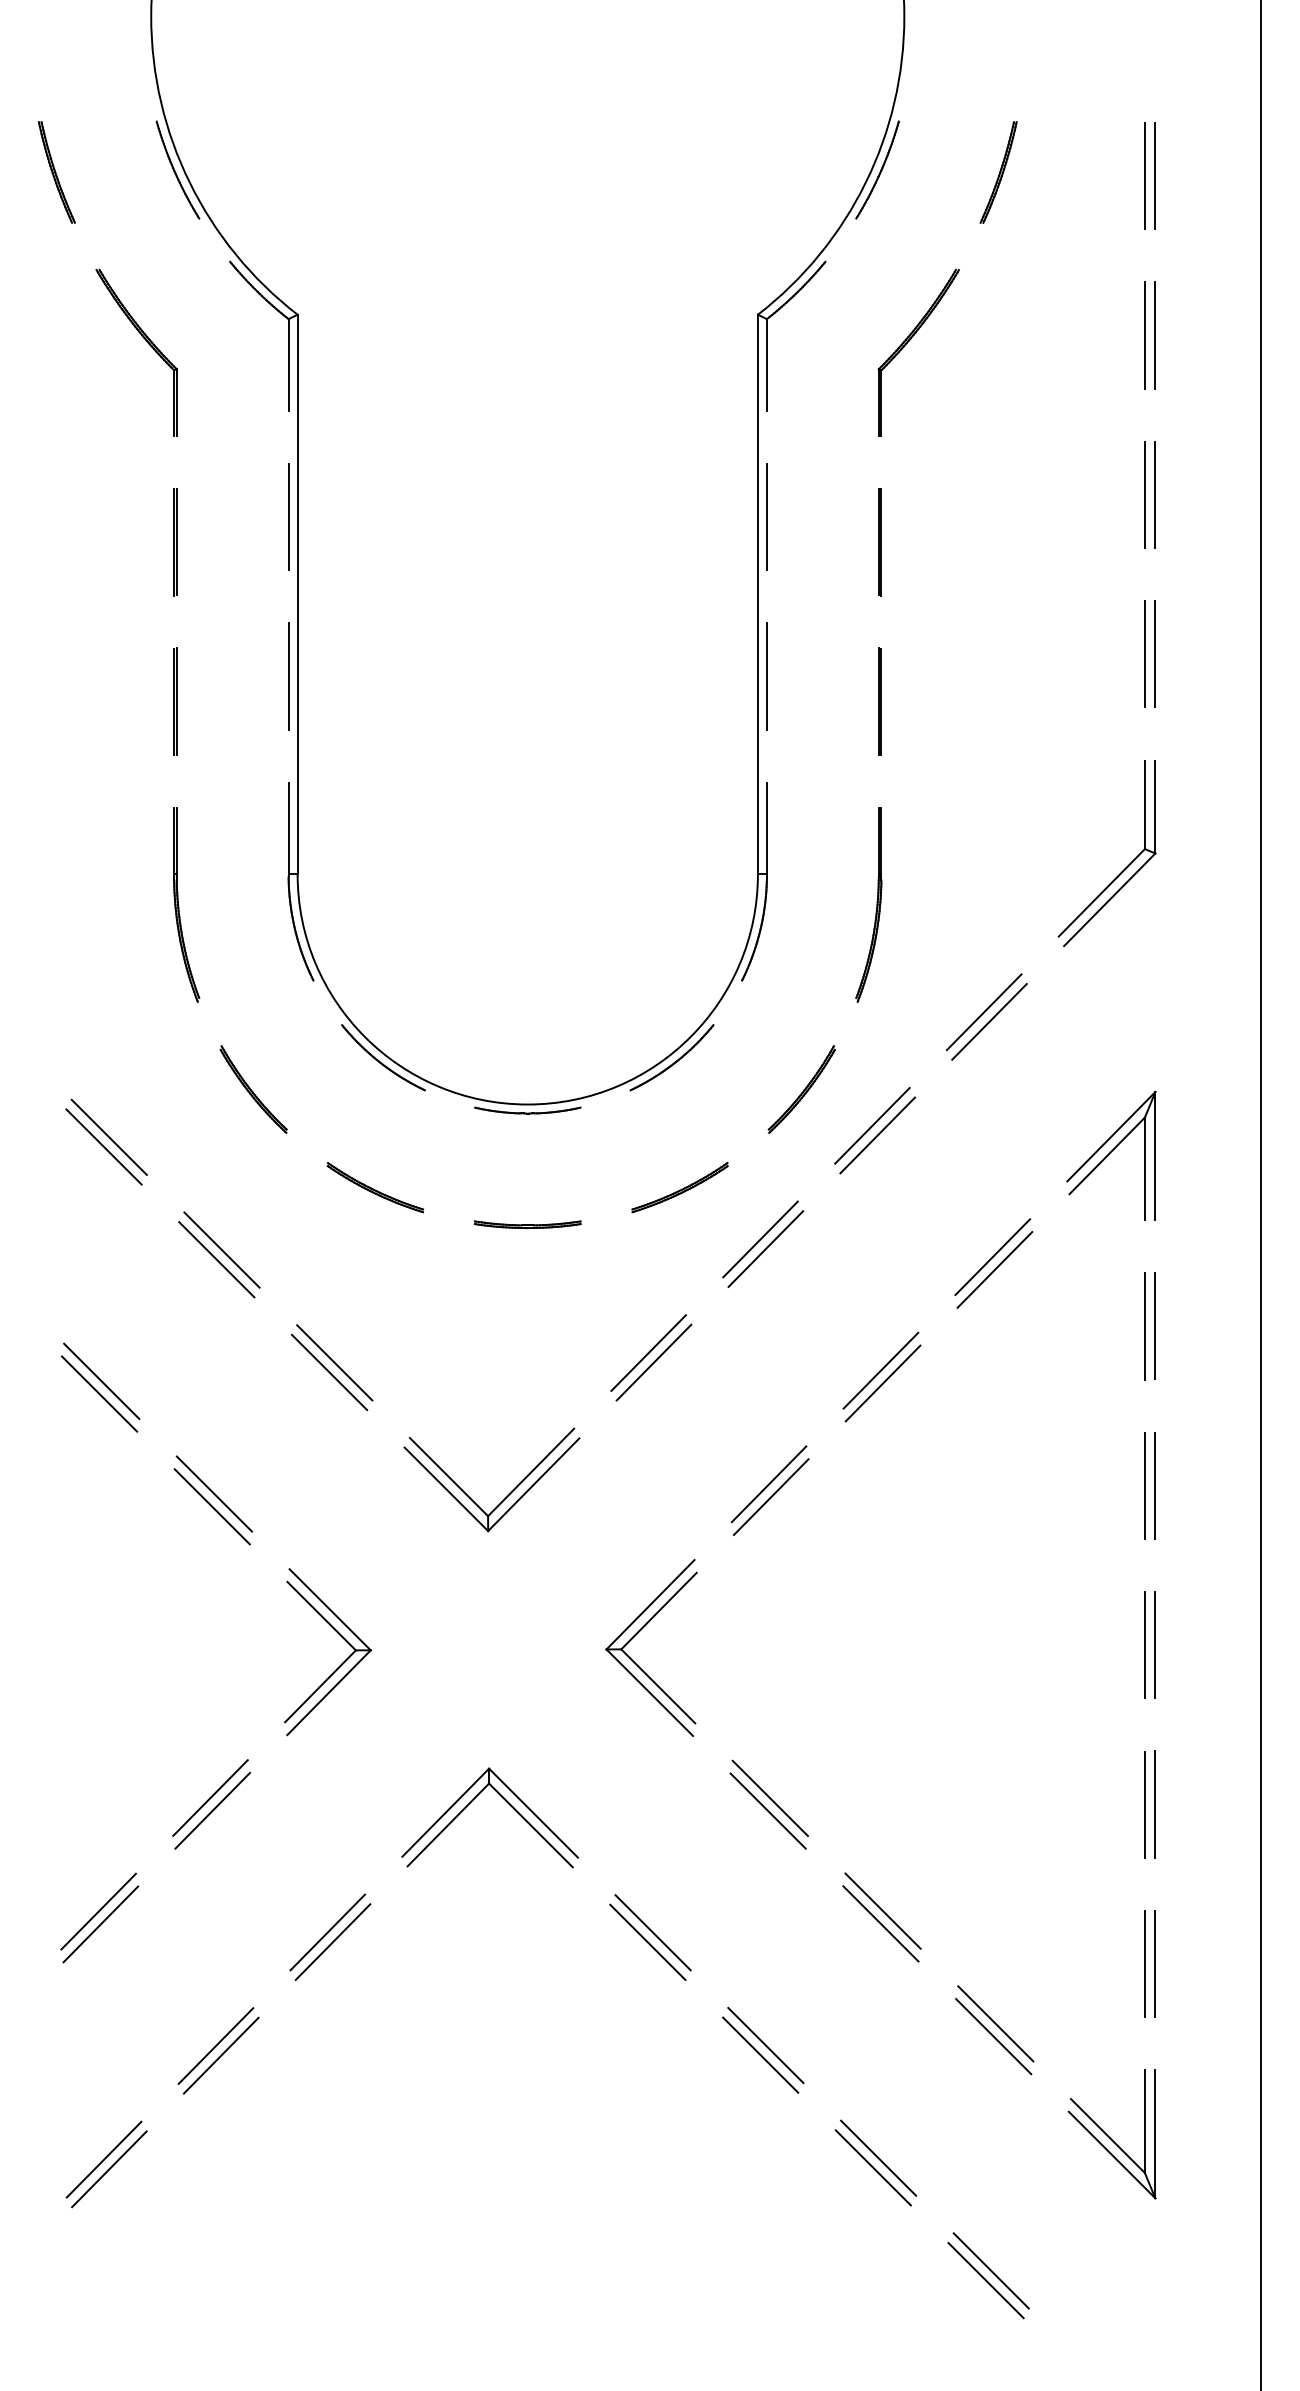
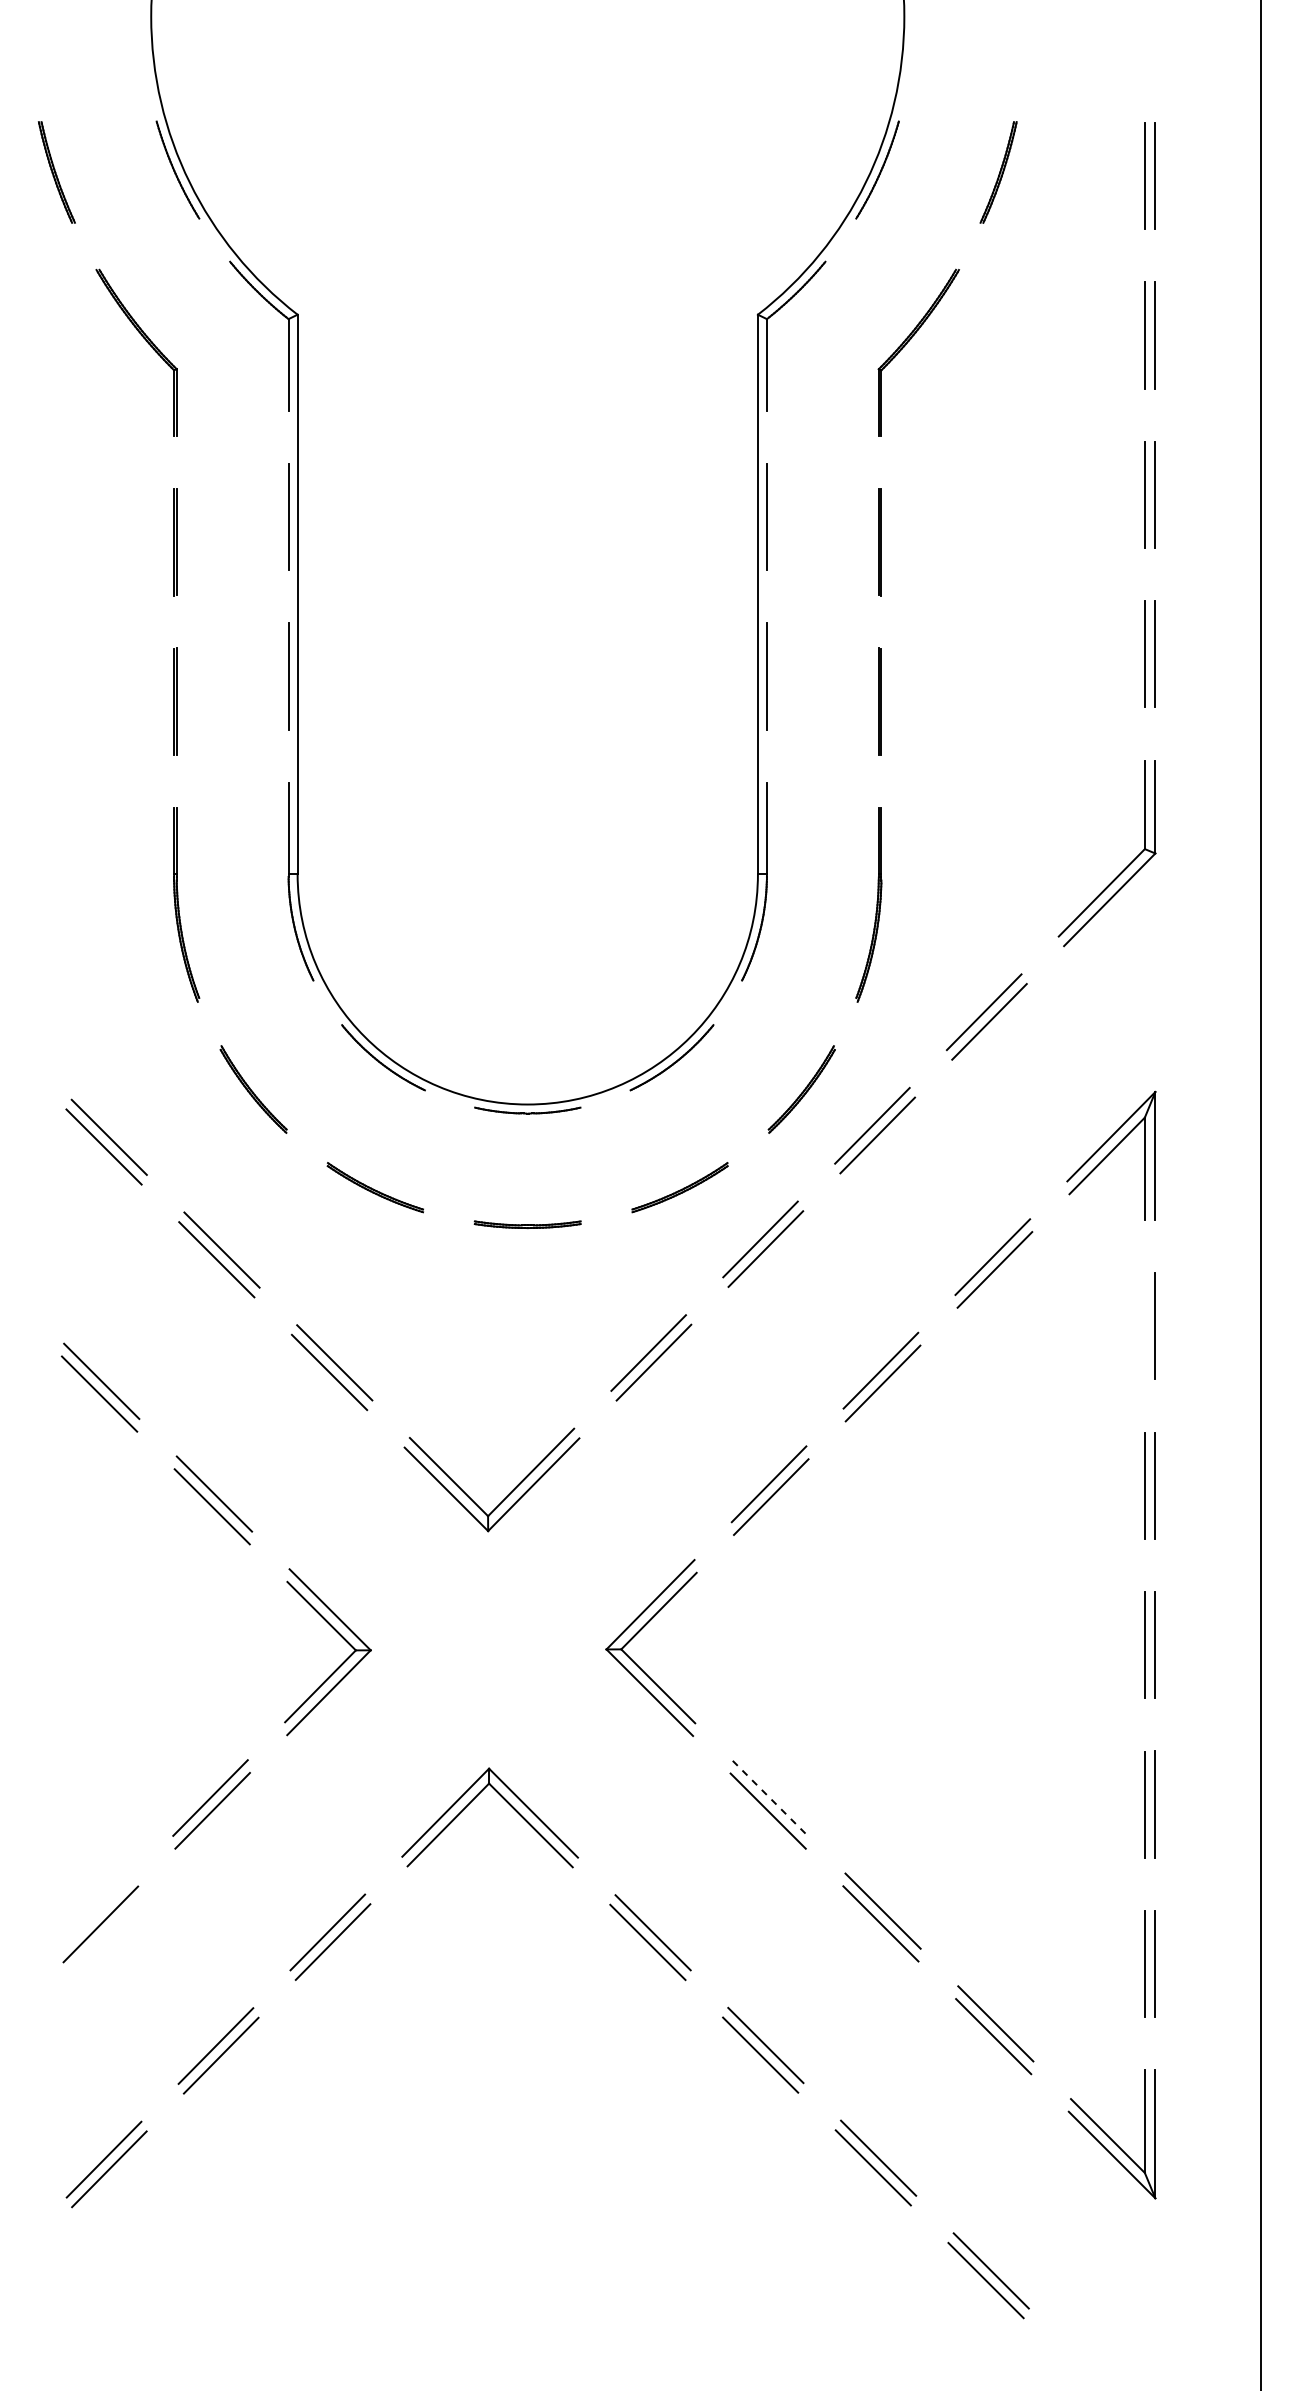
line at (1144, 1326): present -> none
line at (770, 1798): solid -> dashed
line at (98, 1911): present -> none
